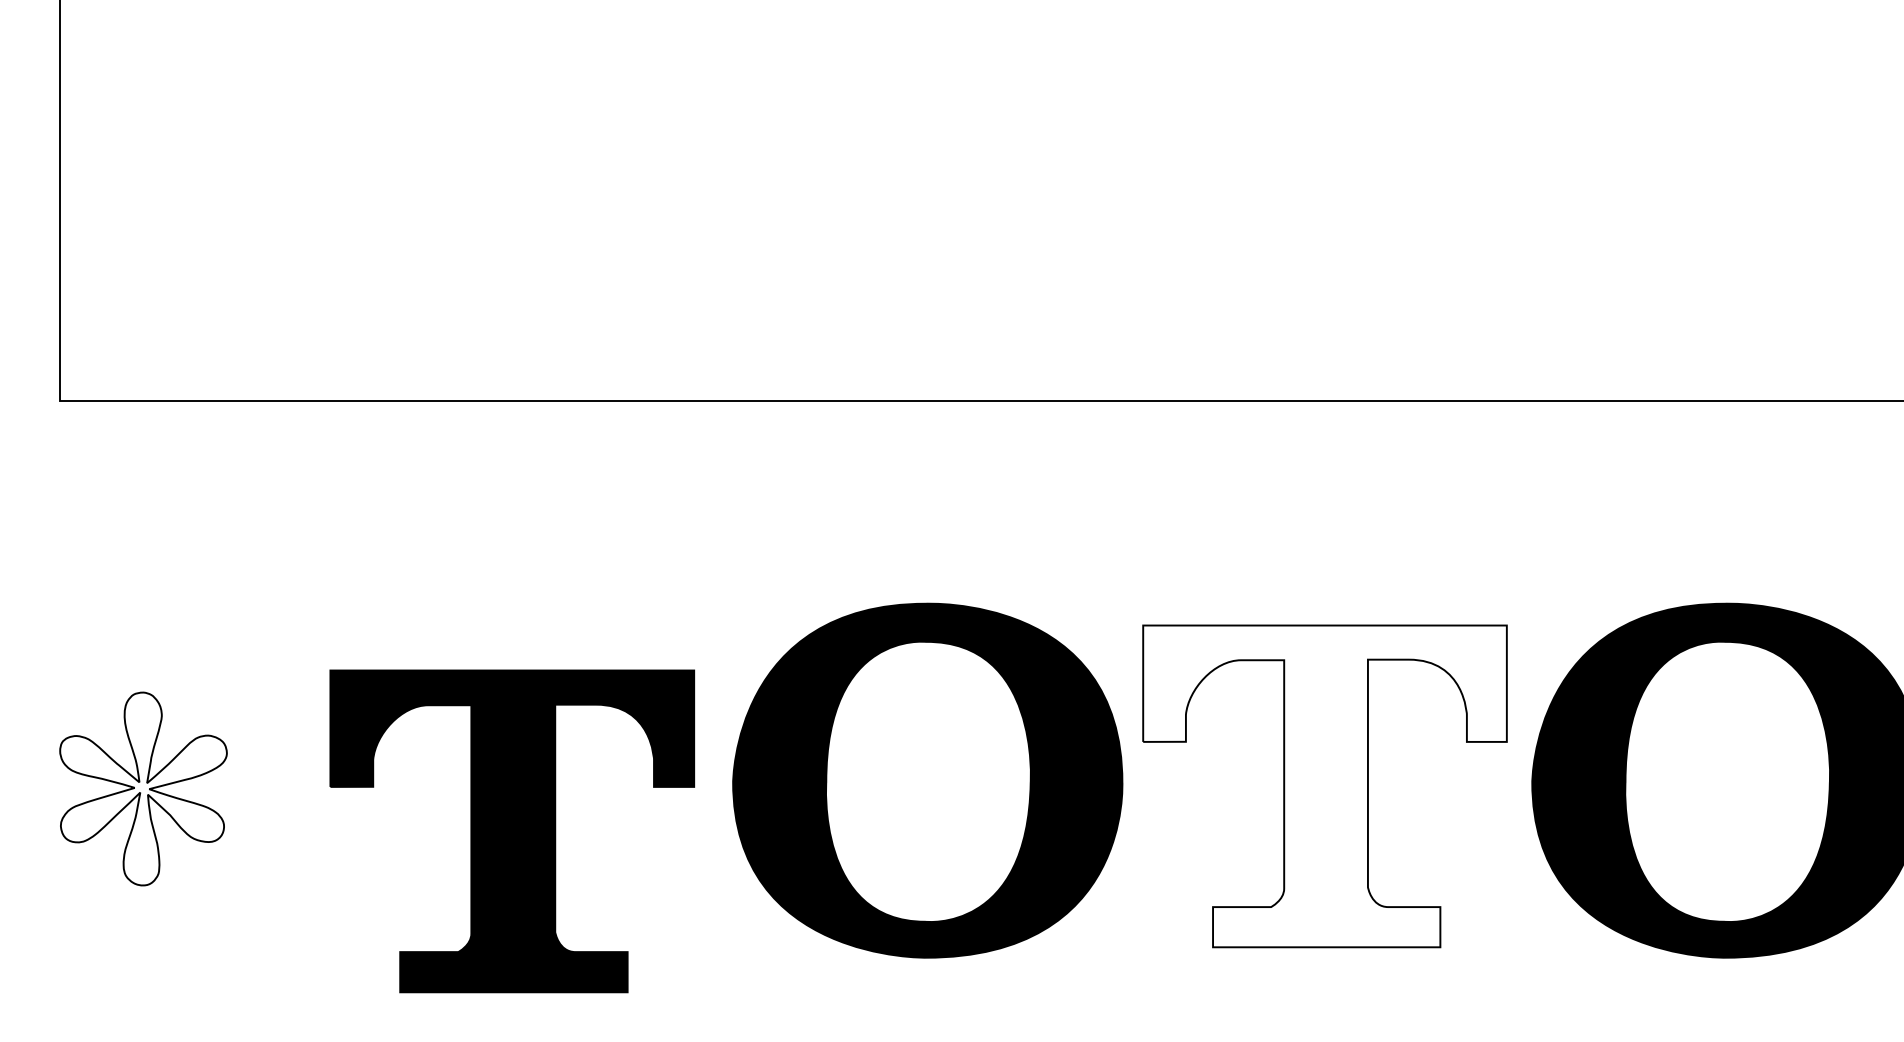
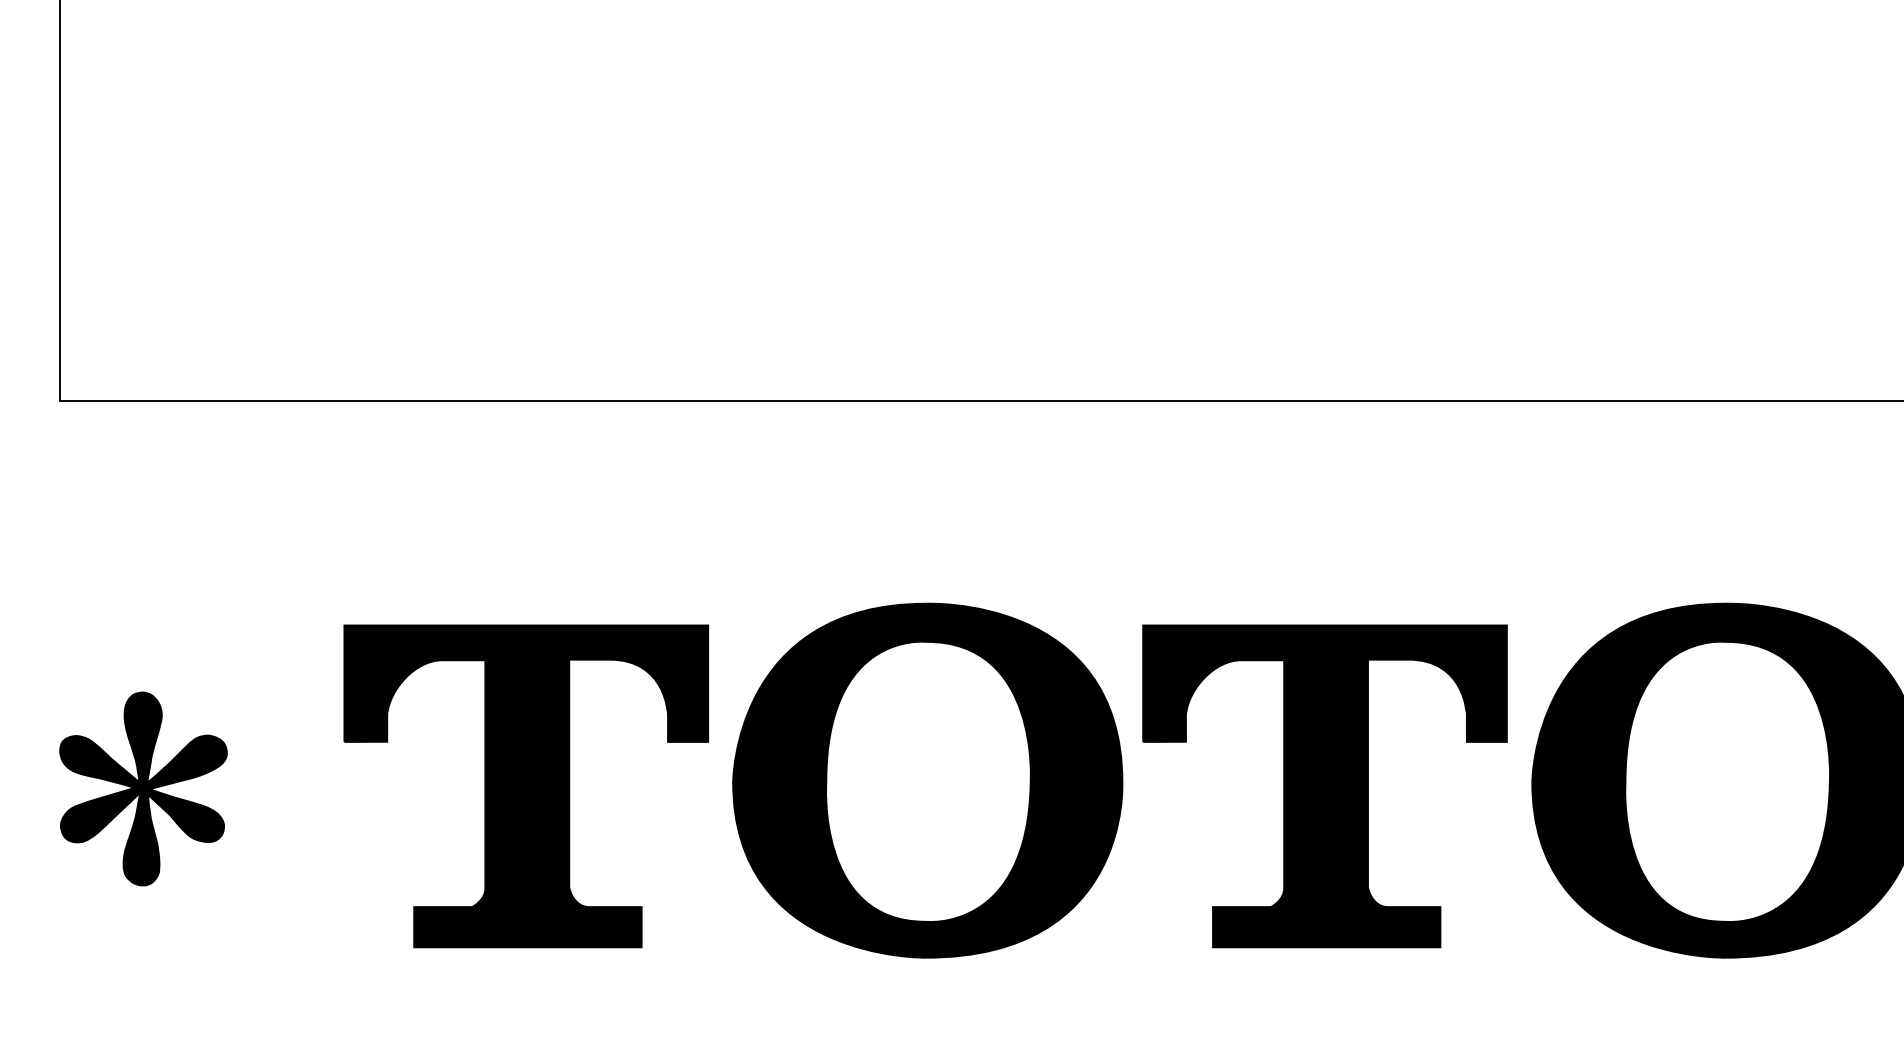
fill at (1324, 786): none -> present
fill at (143, 788): none -> present
part at (512, 831) position: (512, 831) -> (526, 786)
